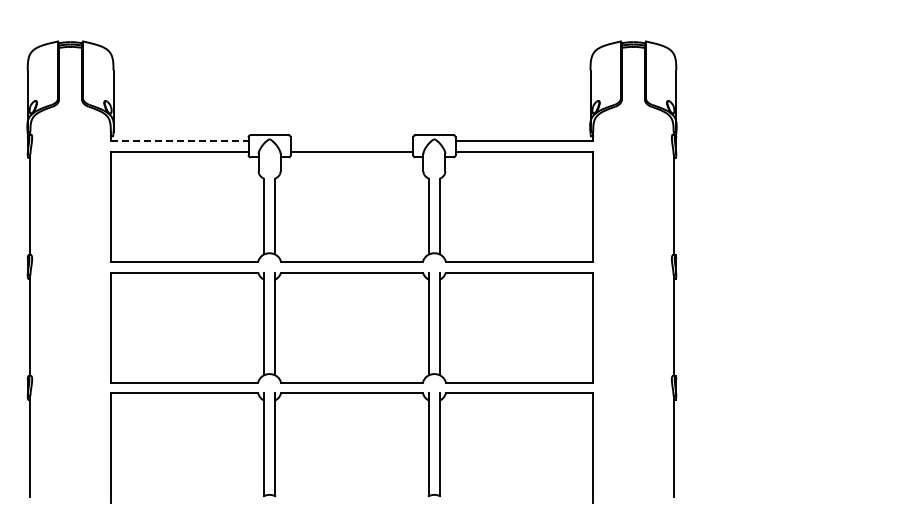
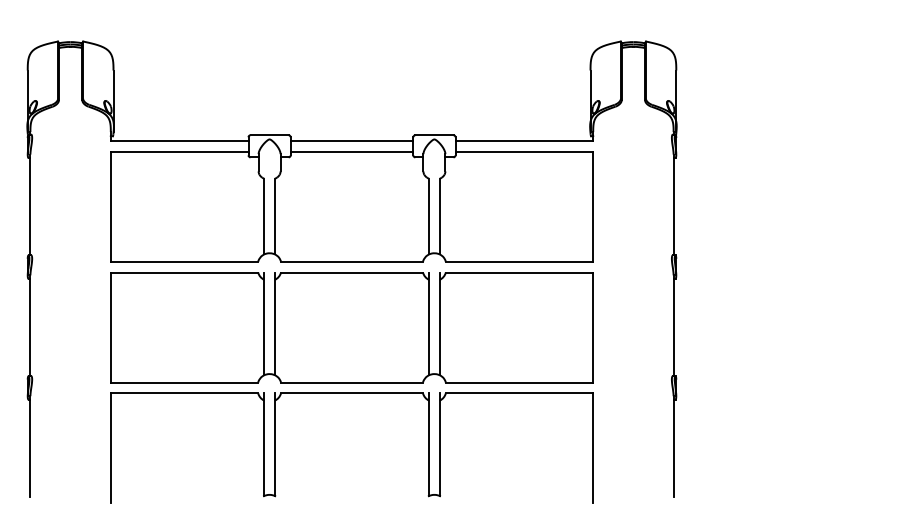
line at (179, 140): dashed -> solid
line at (351, 140): none -> present
